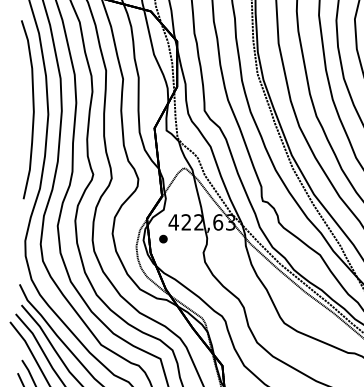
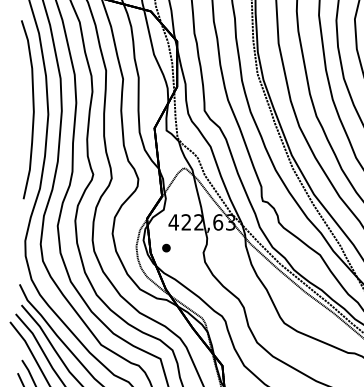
part at (163, 238) position: (163, 238) -> (166, 247)
